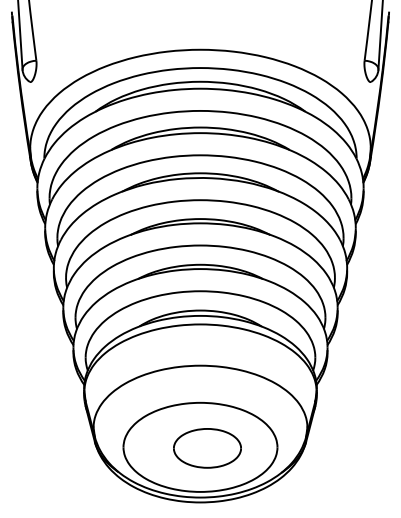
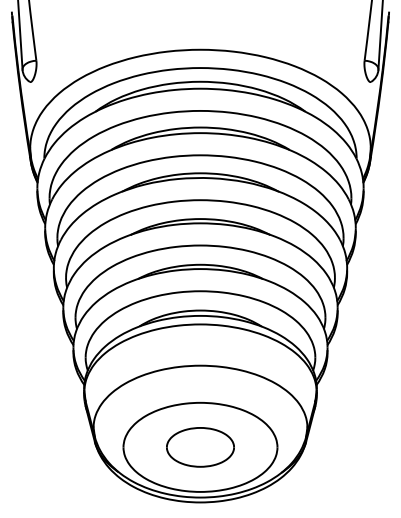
part at (207, 448) position: (207, 448) -> (200, 447)
